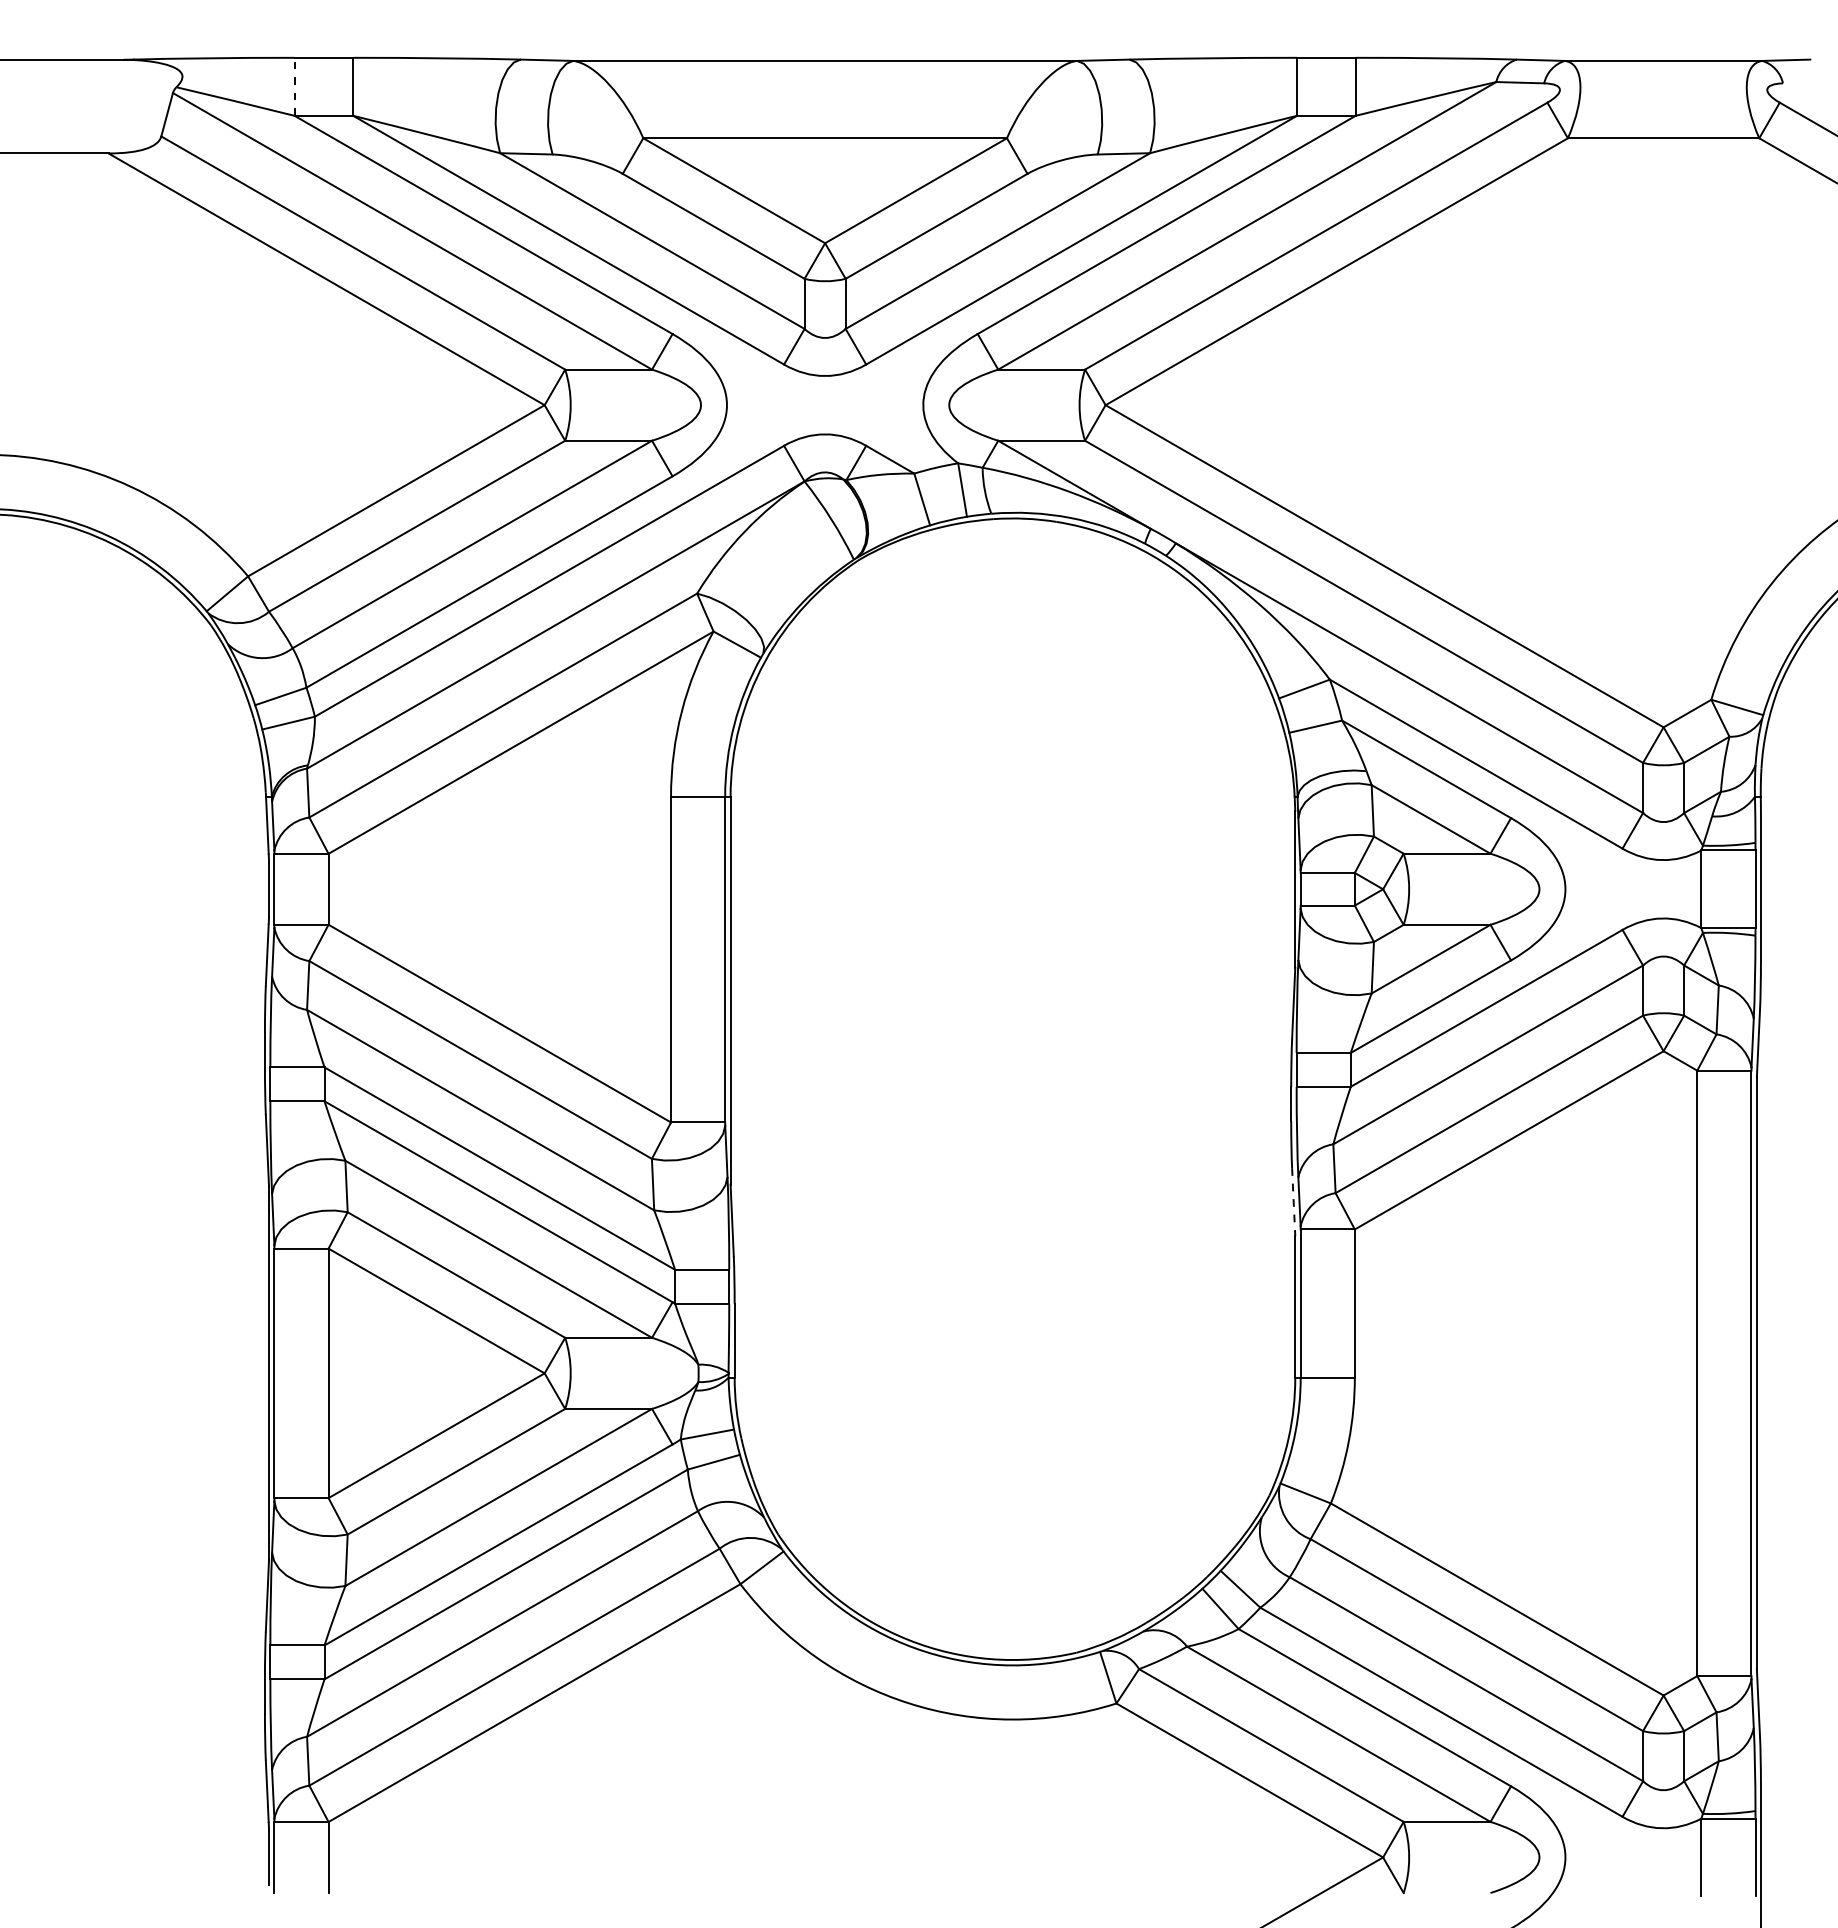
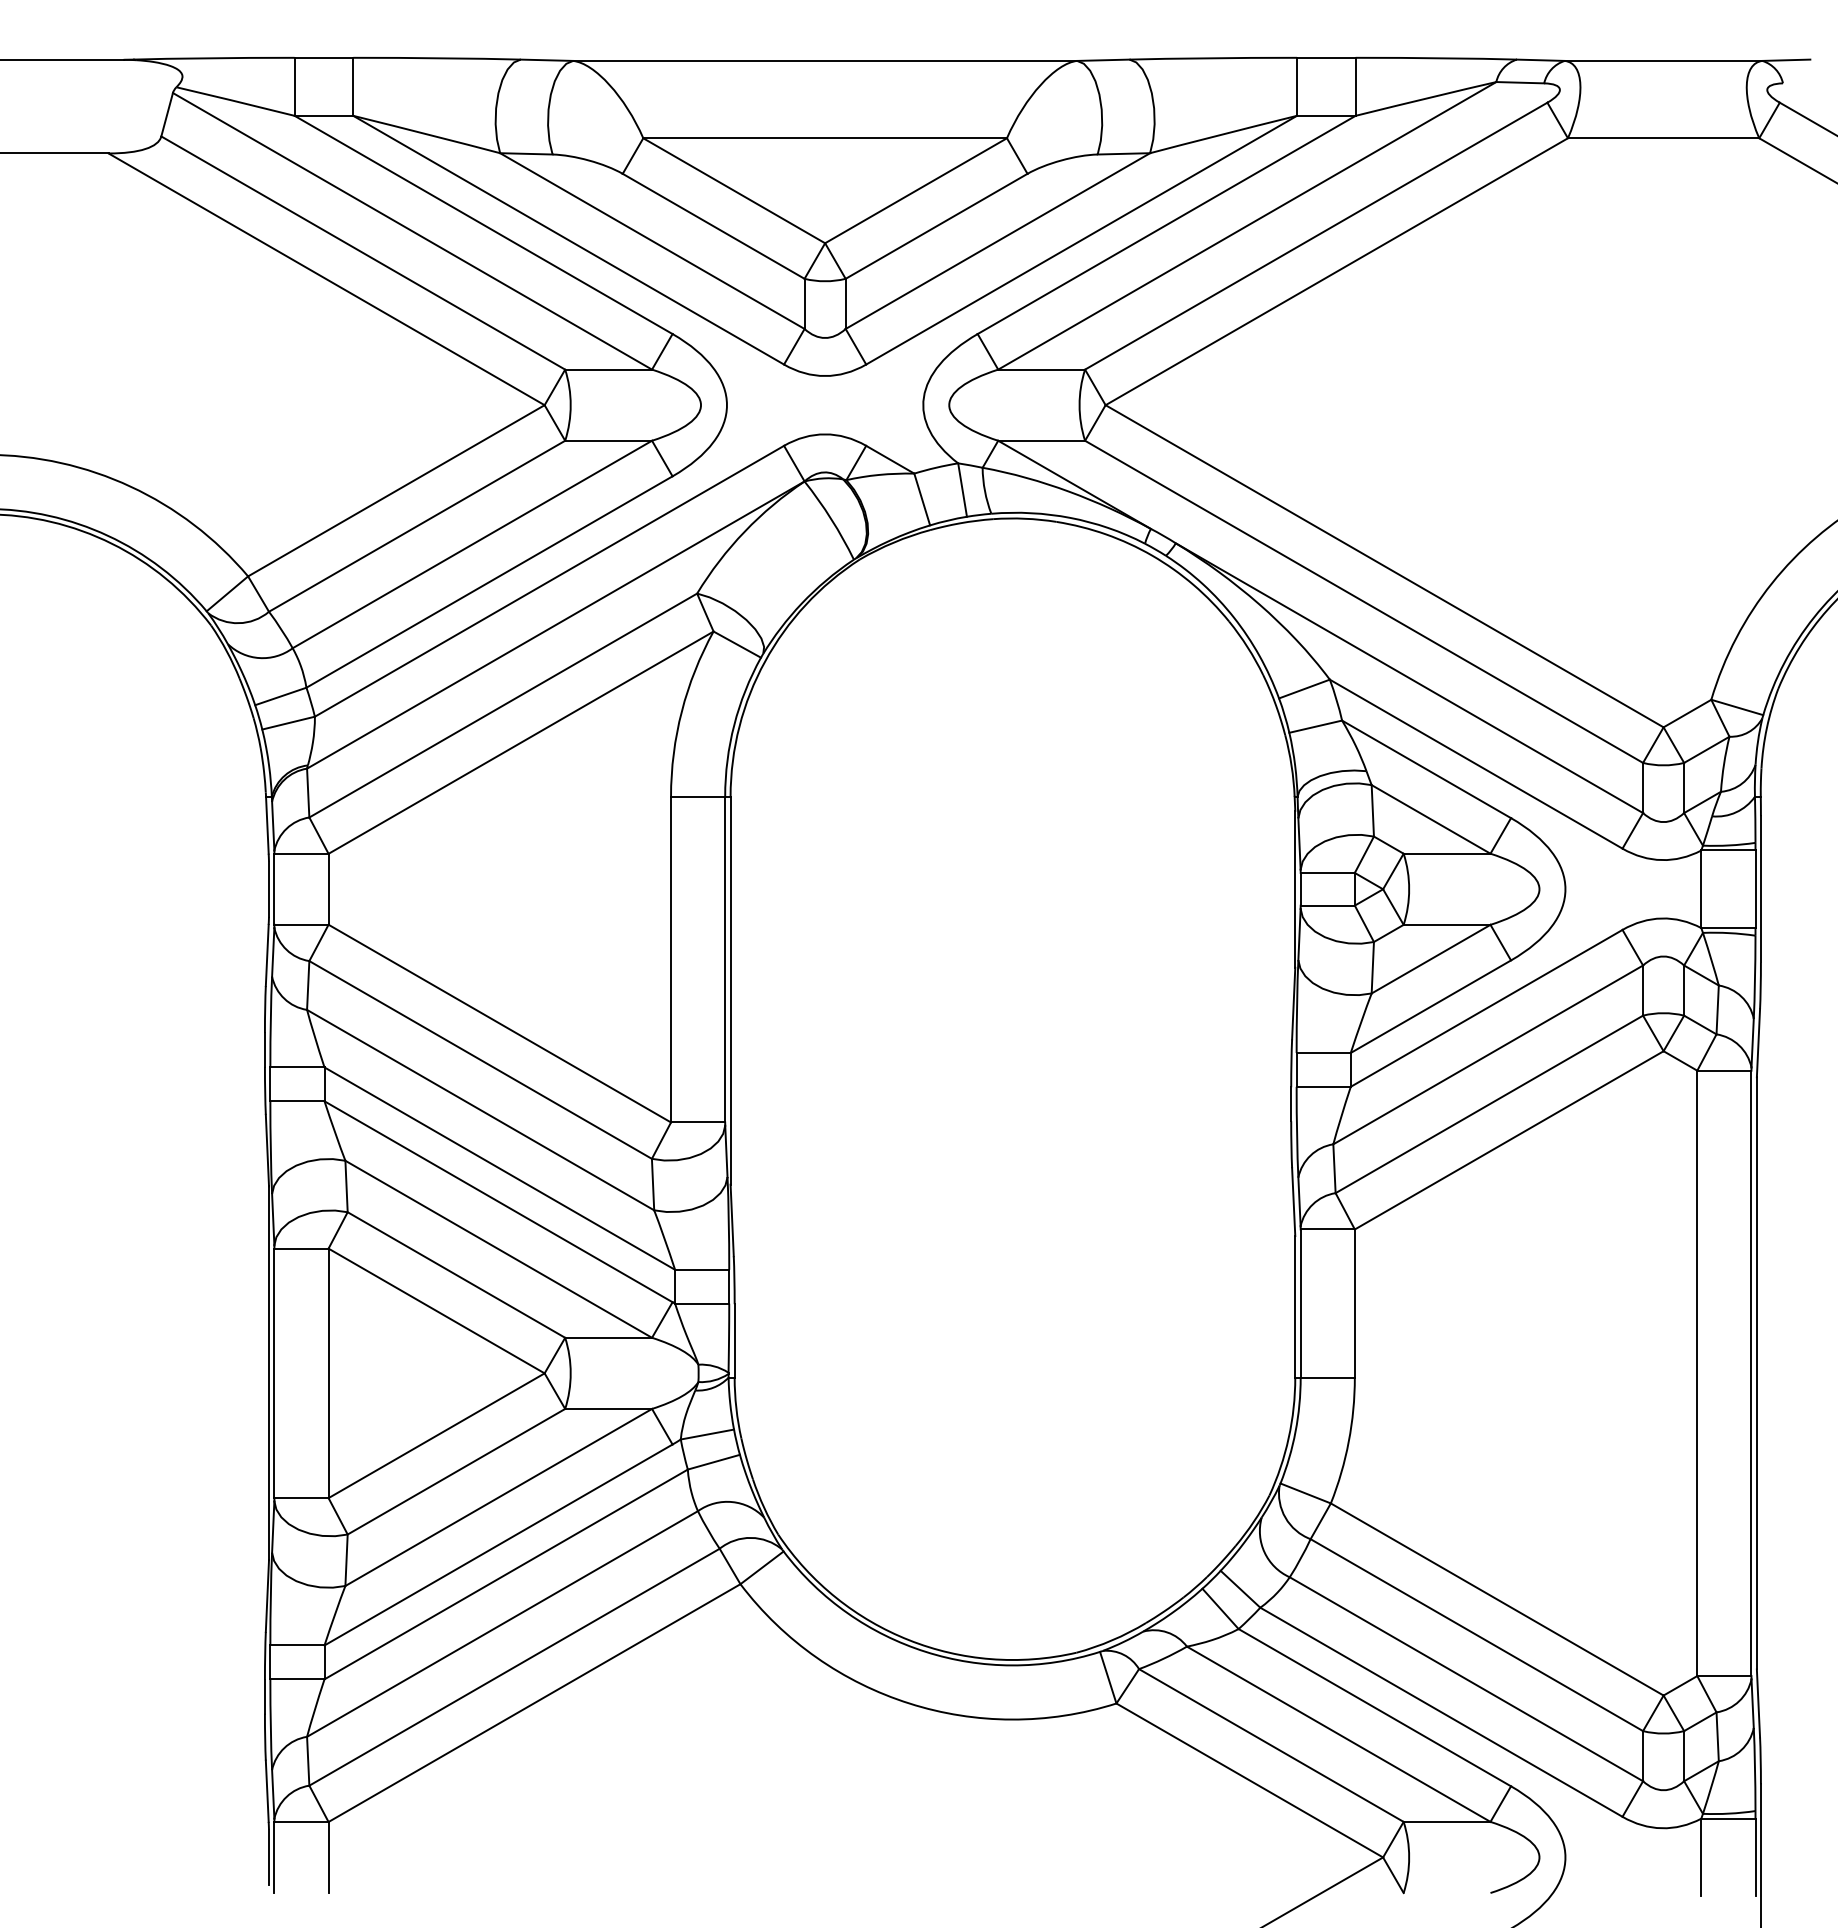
line at (294, 86): dashed -> solid
line at (1293, 1202): dashed -> solid
